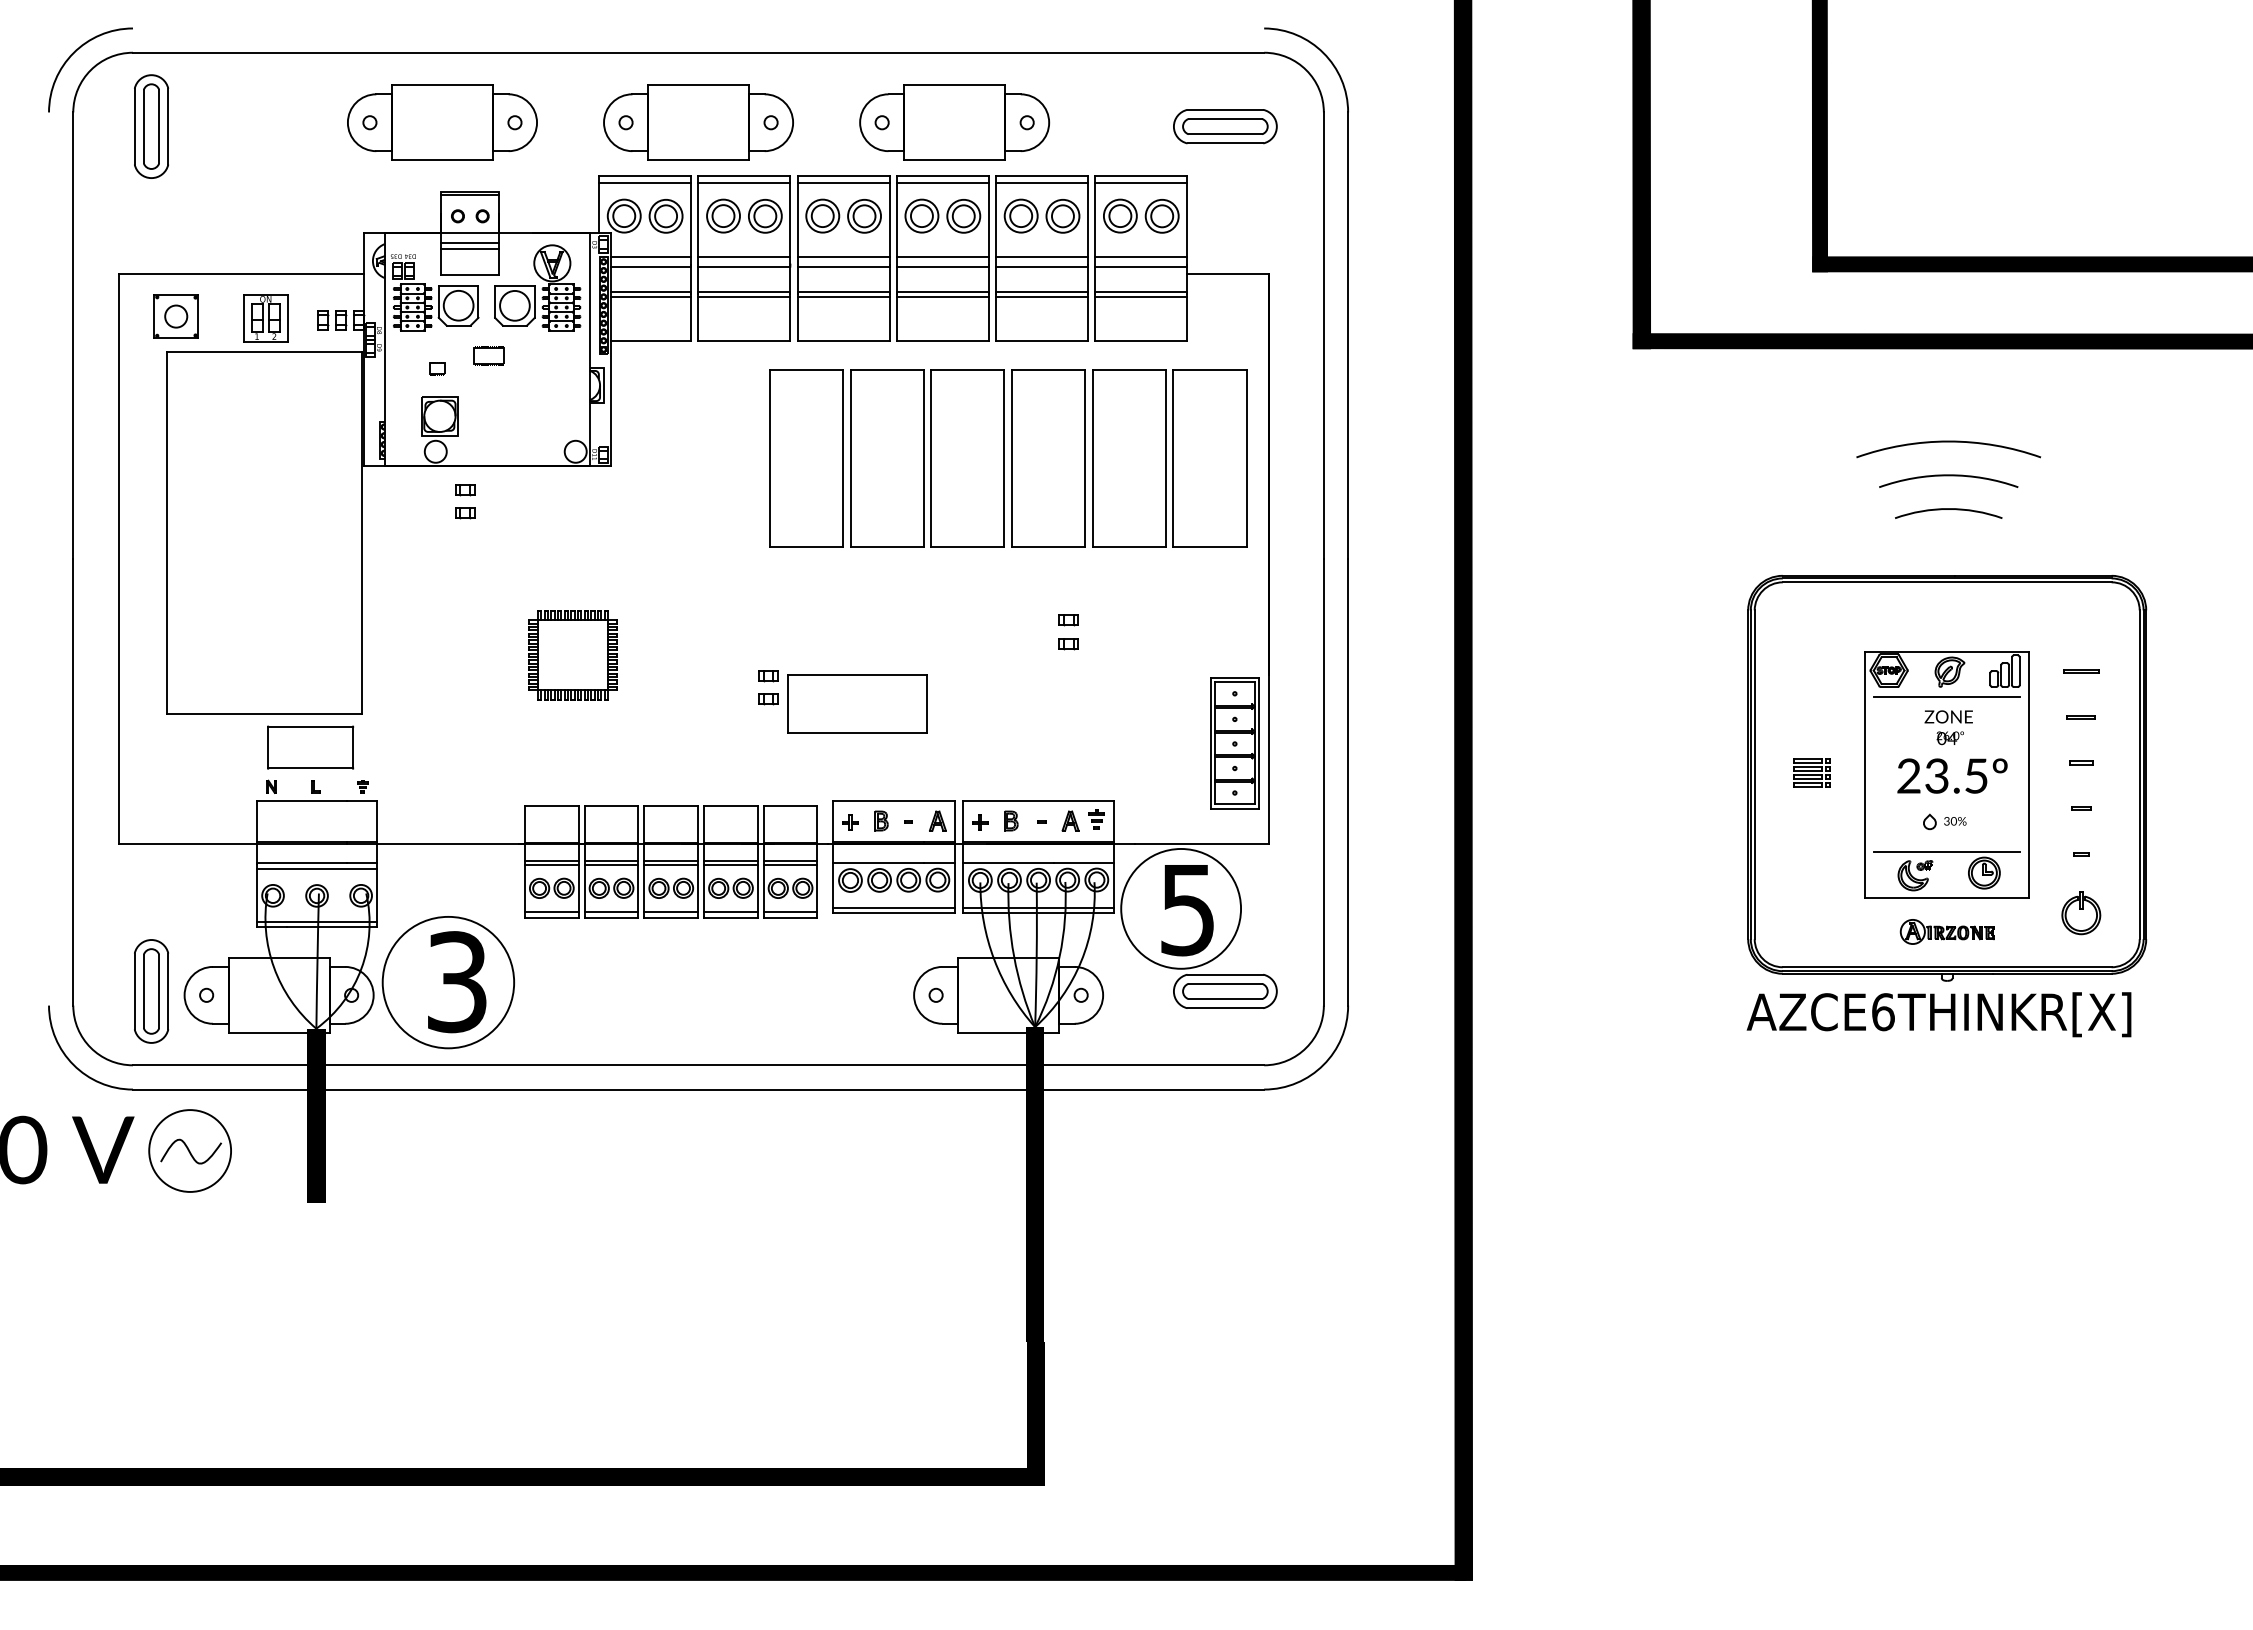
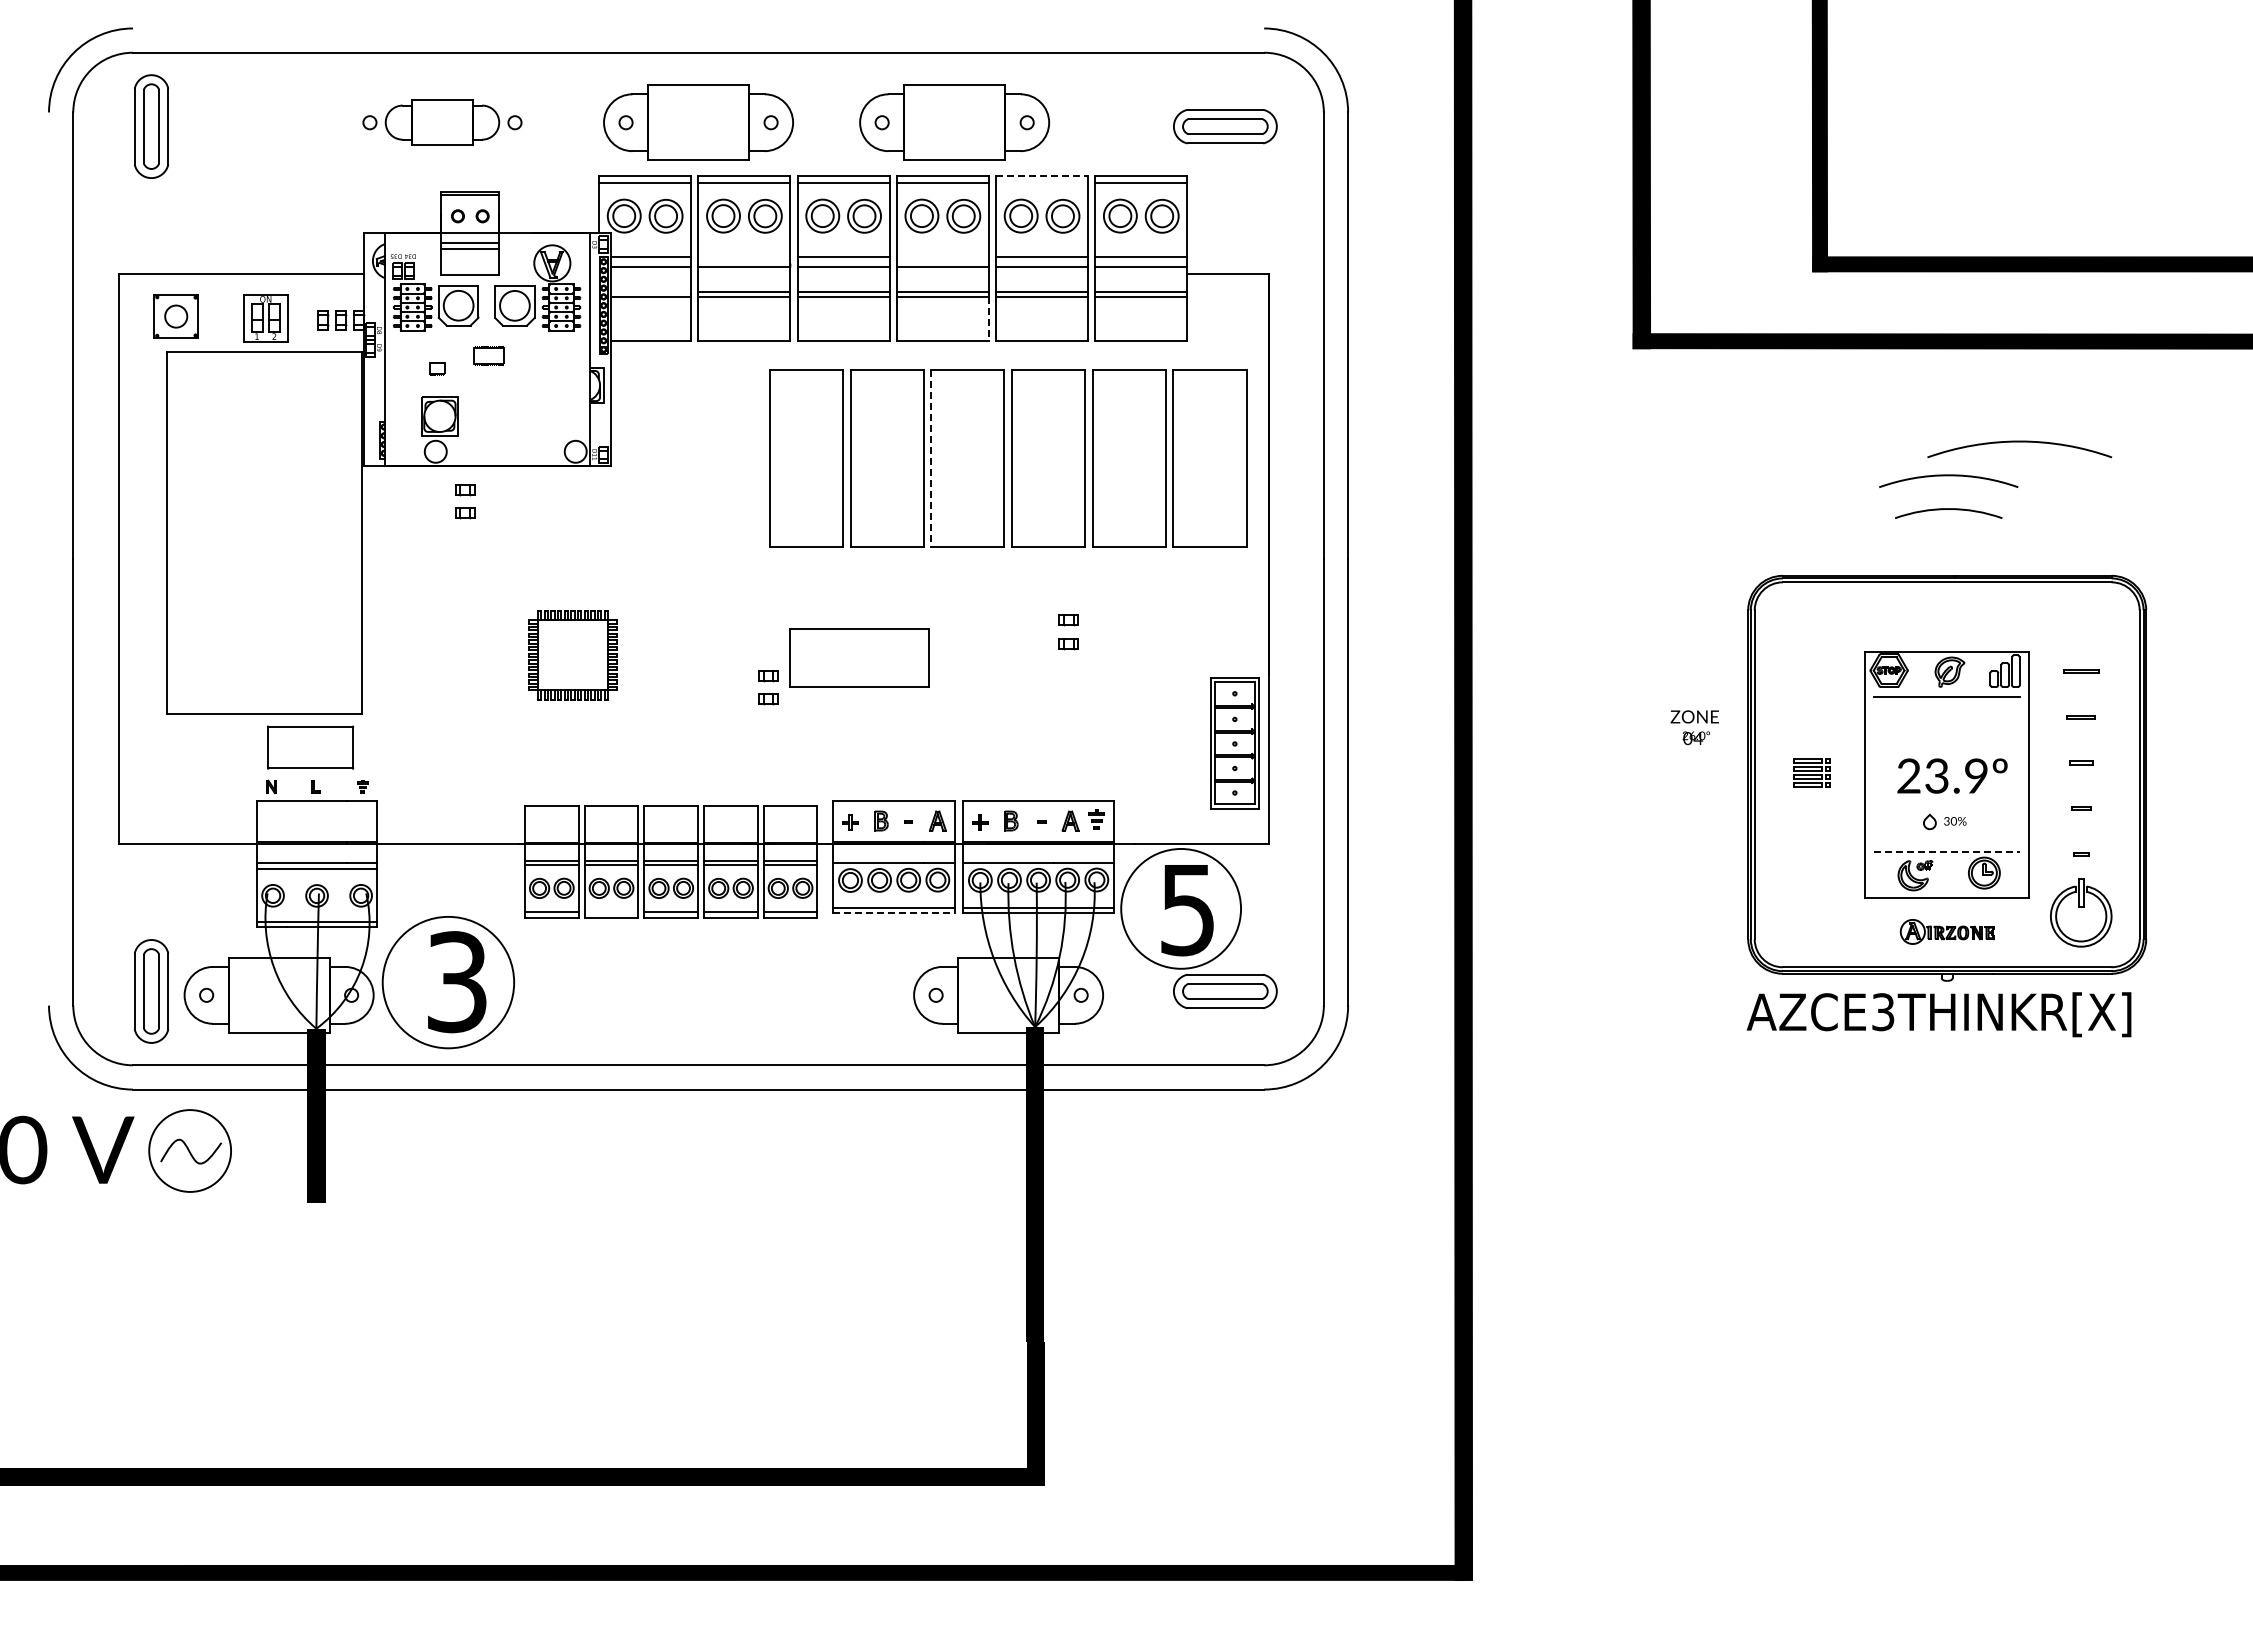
part at (442, 122) size: 191x77 px -> 117x47 px
line at (1042, 175): solid -> dashed
line at (1042, 183): present -> none
line at (744, 256): present -> none
line at (942, 256): present -> none
line at (650, 291): present -> none
line at (988, 319): solid -> dashed
arc at (1948, 442) position: (1948, 442) -> (2019, 442)
line at (931, 458): solid -> dashed
part at (857, 703) position: (857, 703) -> (859, 657)
text at (1948, 727) position: (1948, 727) -> (1694, 727)
text at (1976, 775): 23.5º -> 23.9º
line at (1947, 852): solid -> dashed
line at (611, 912): present -> none
line at (894, 913): solid -> dashed
part at (2081, 913) size: 41x45 px -> 63x70 px
text at (1883, 1012): AZCE6THINKR[X] -> AZCE3THINKR[X]
